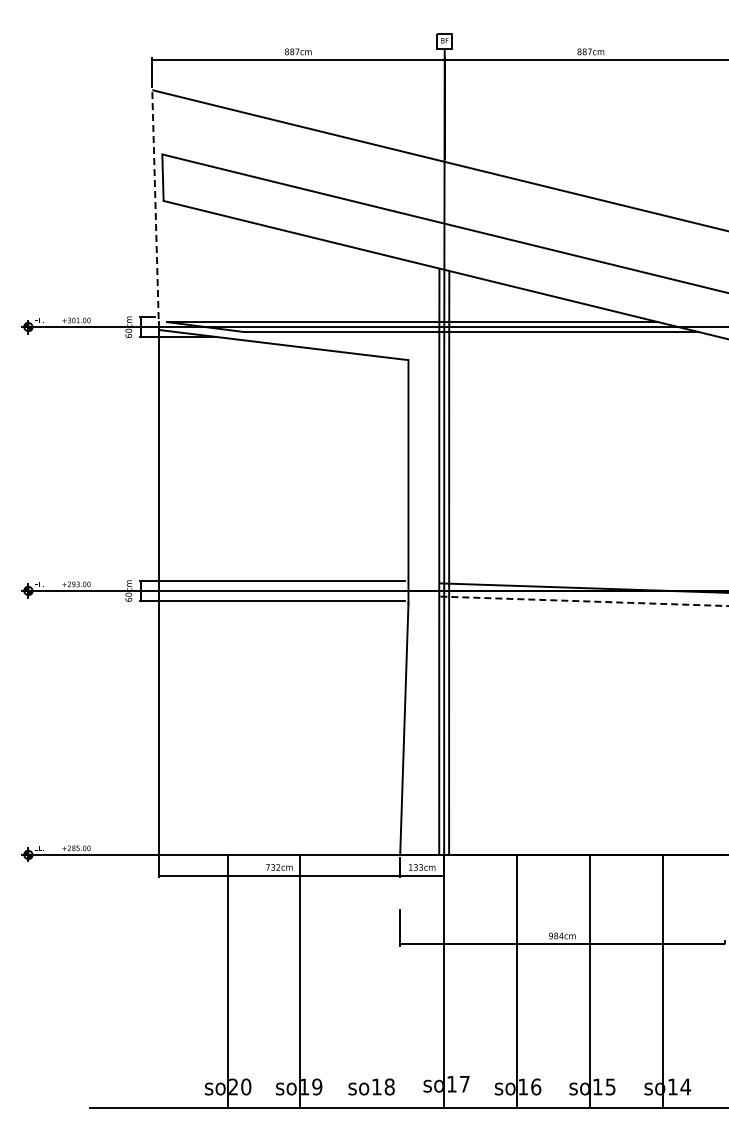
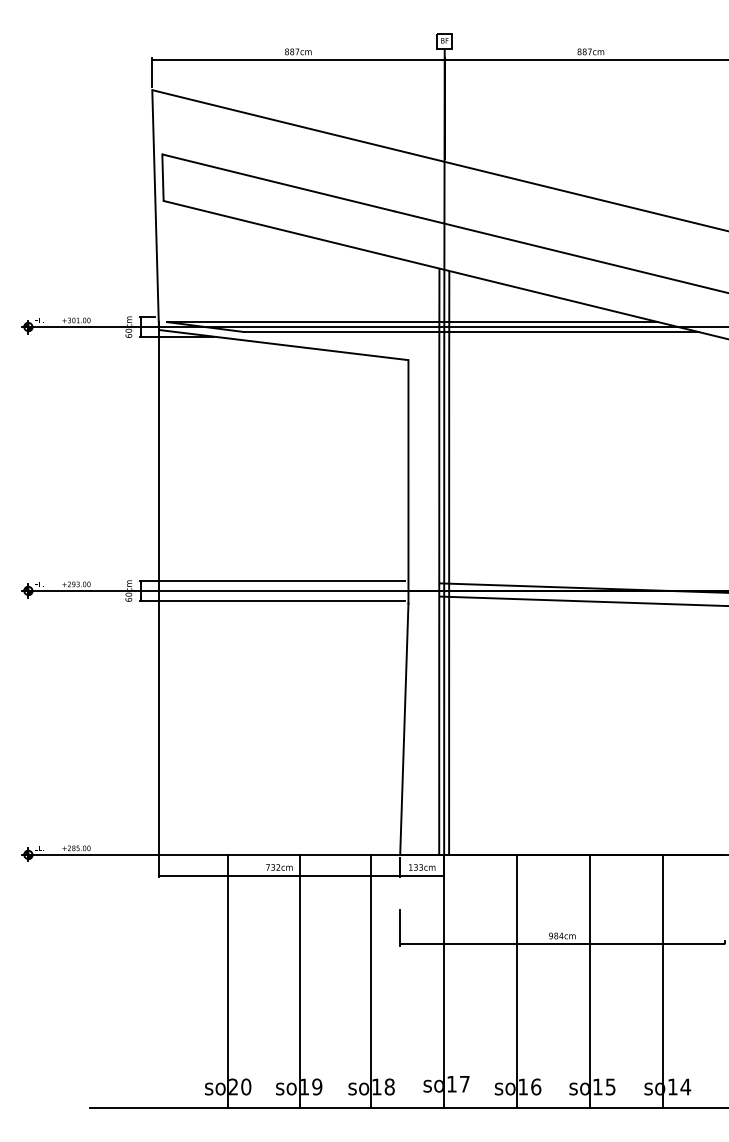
line at (155, 210): dashed -> solid
line at (584, 601): dashed -> solid
line at (370, 980): none -> present
